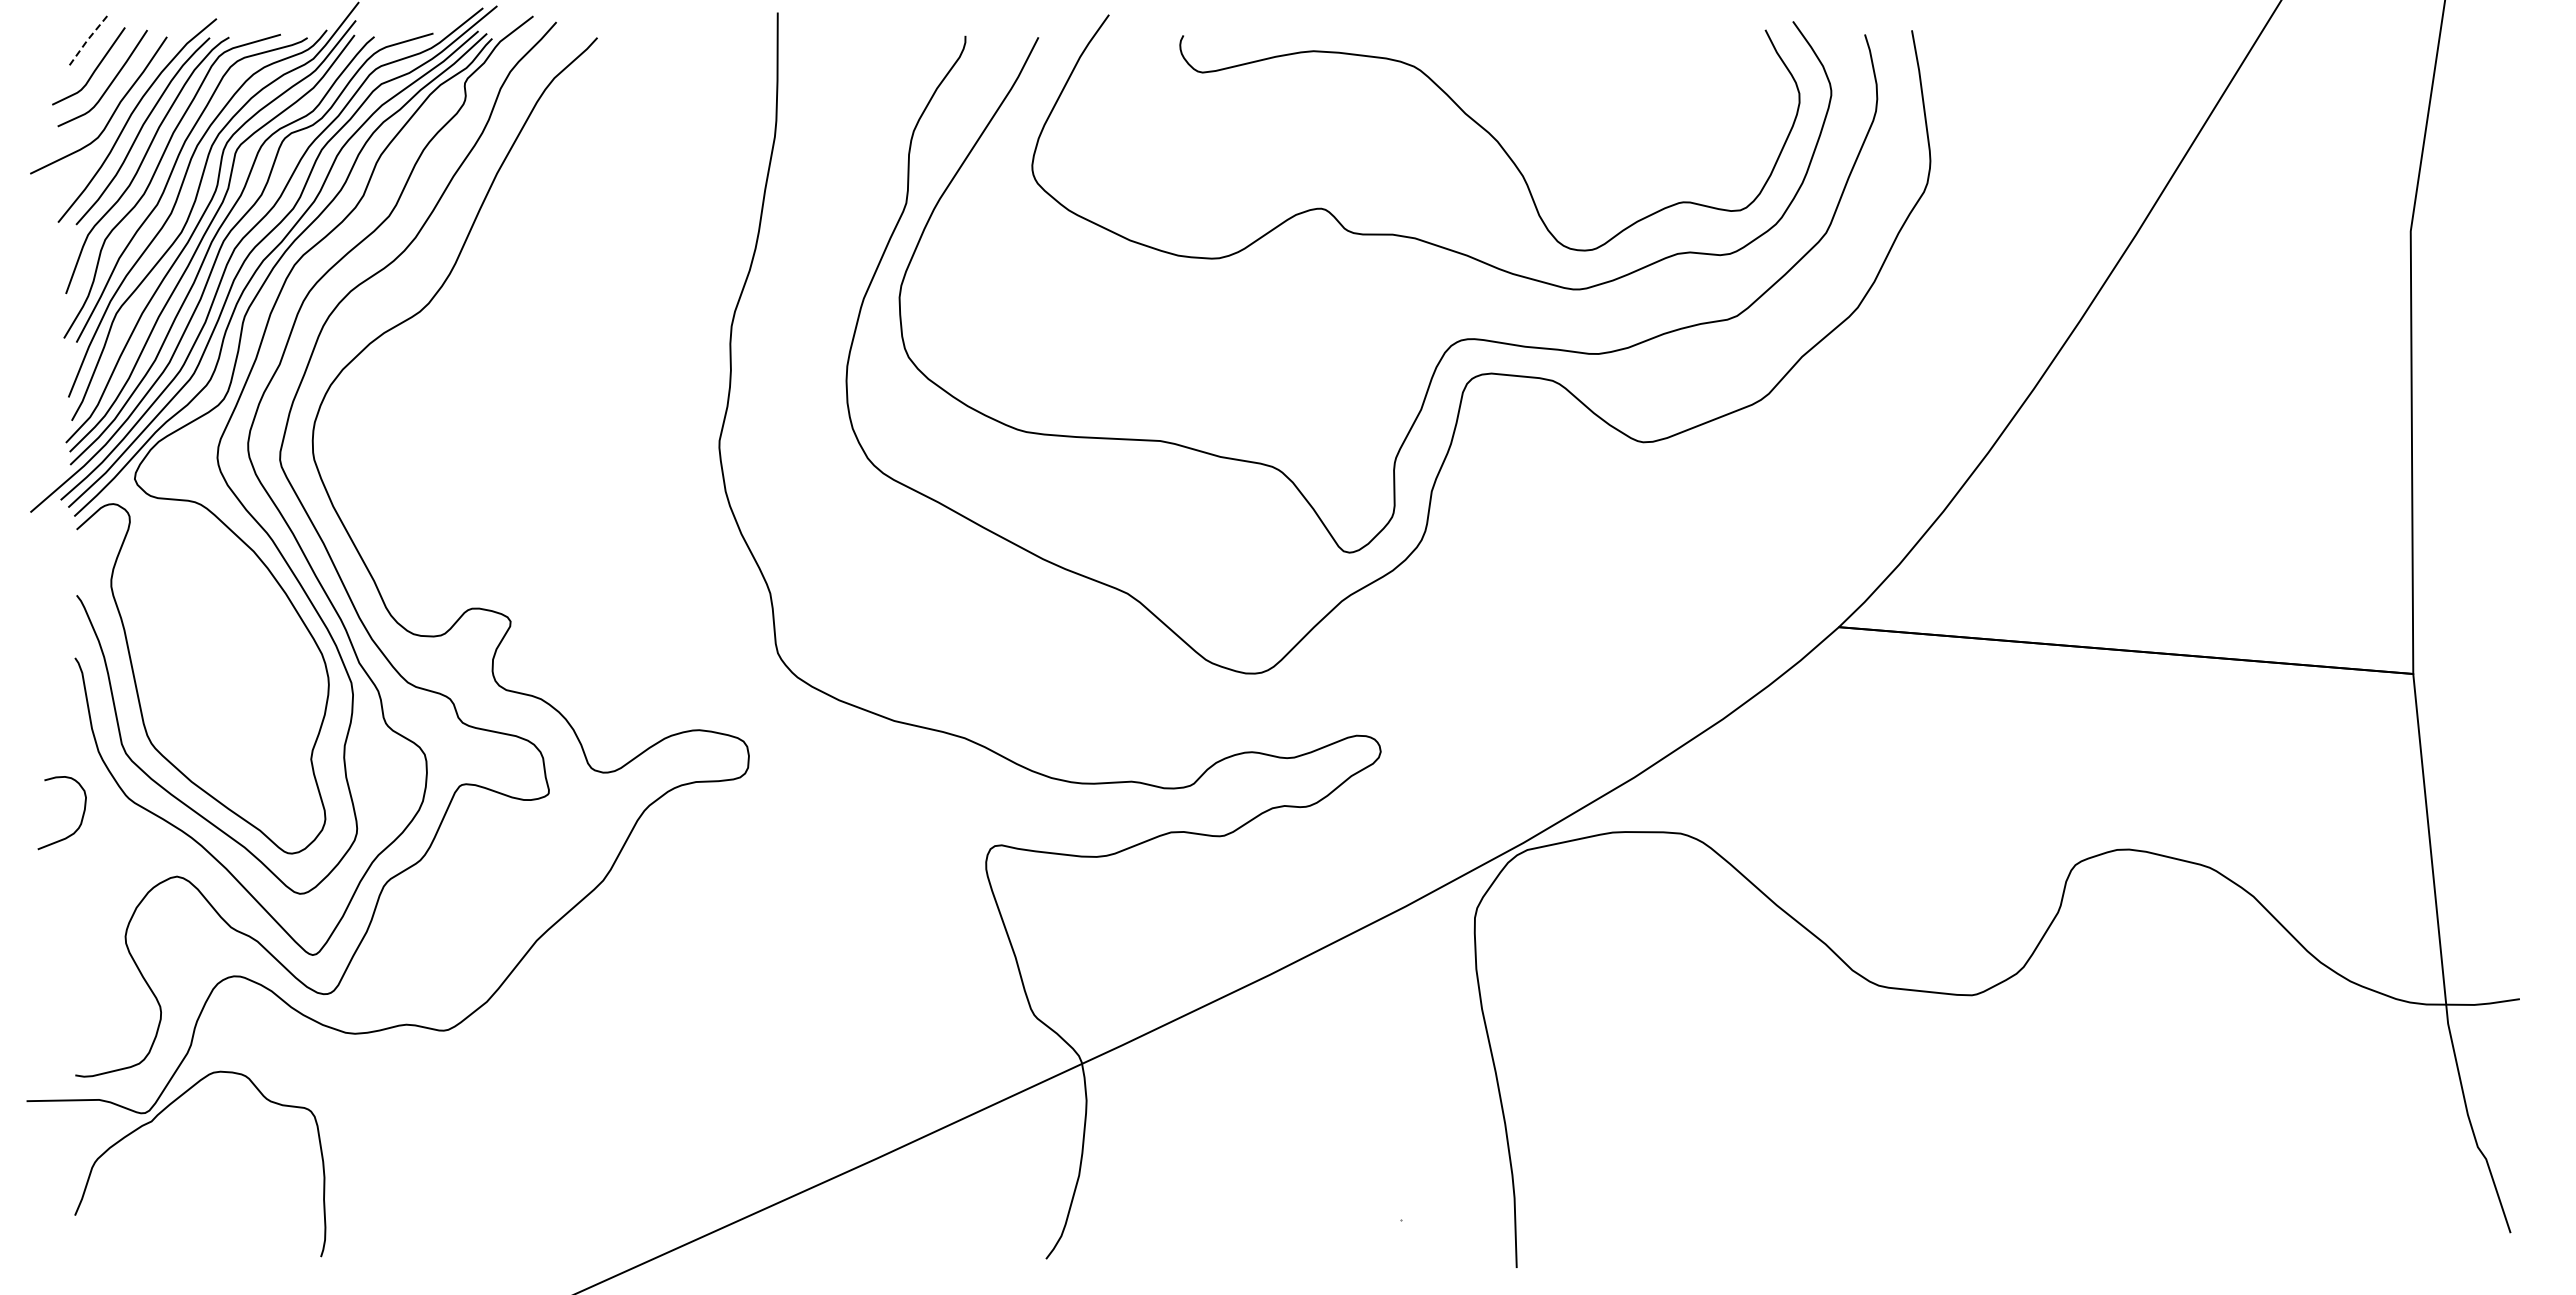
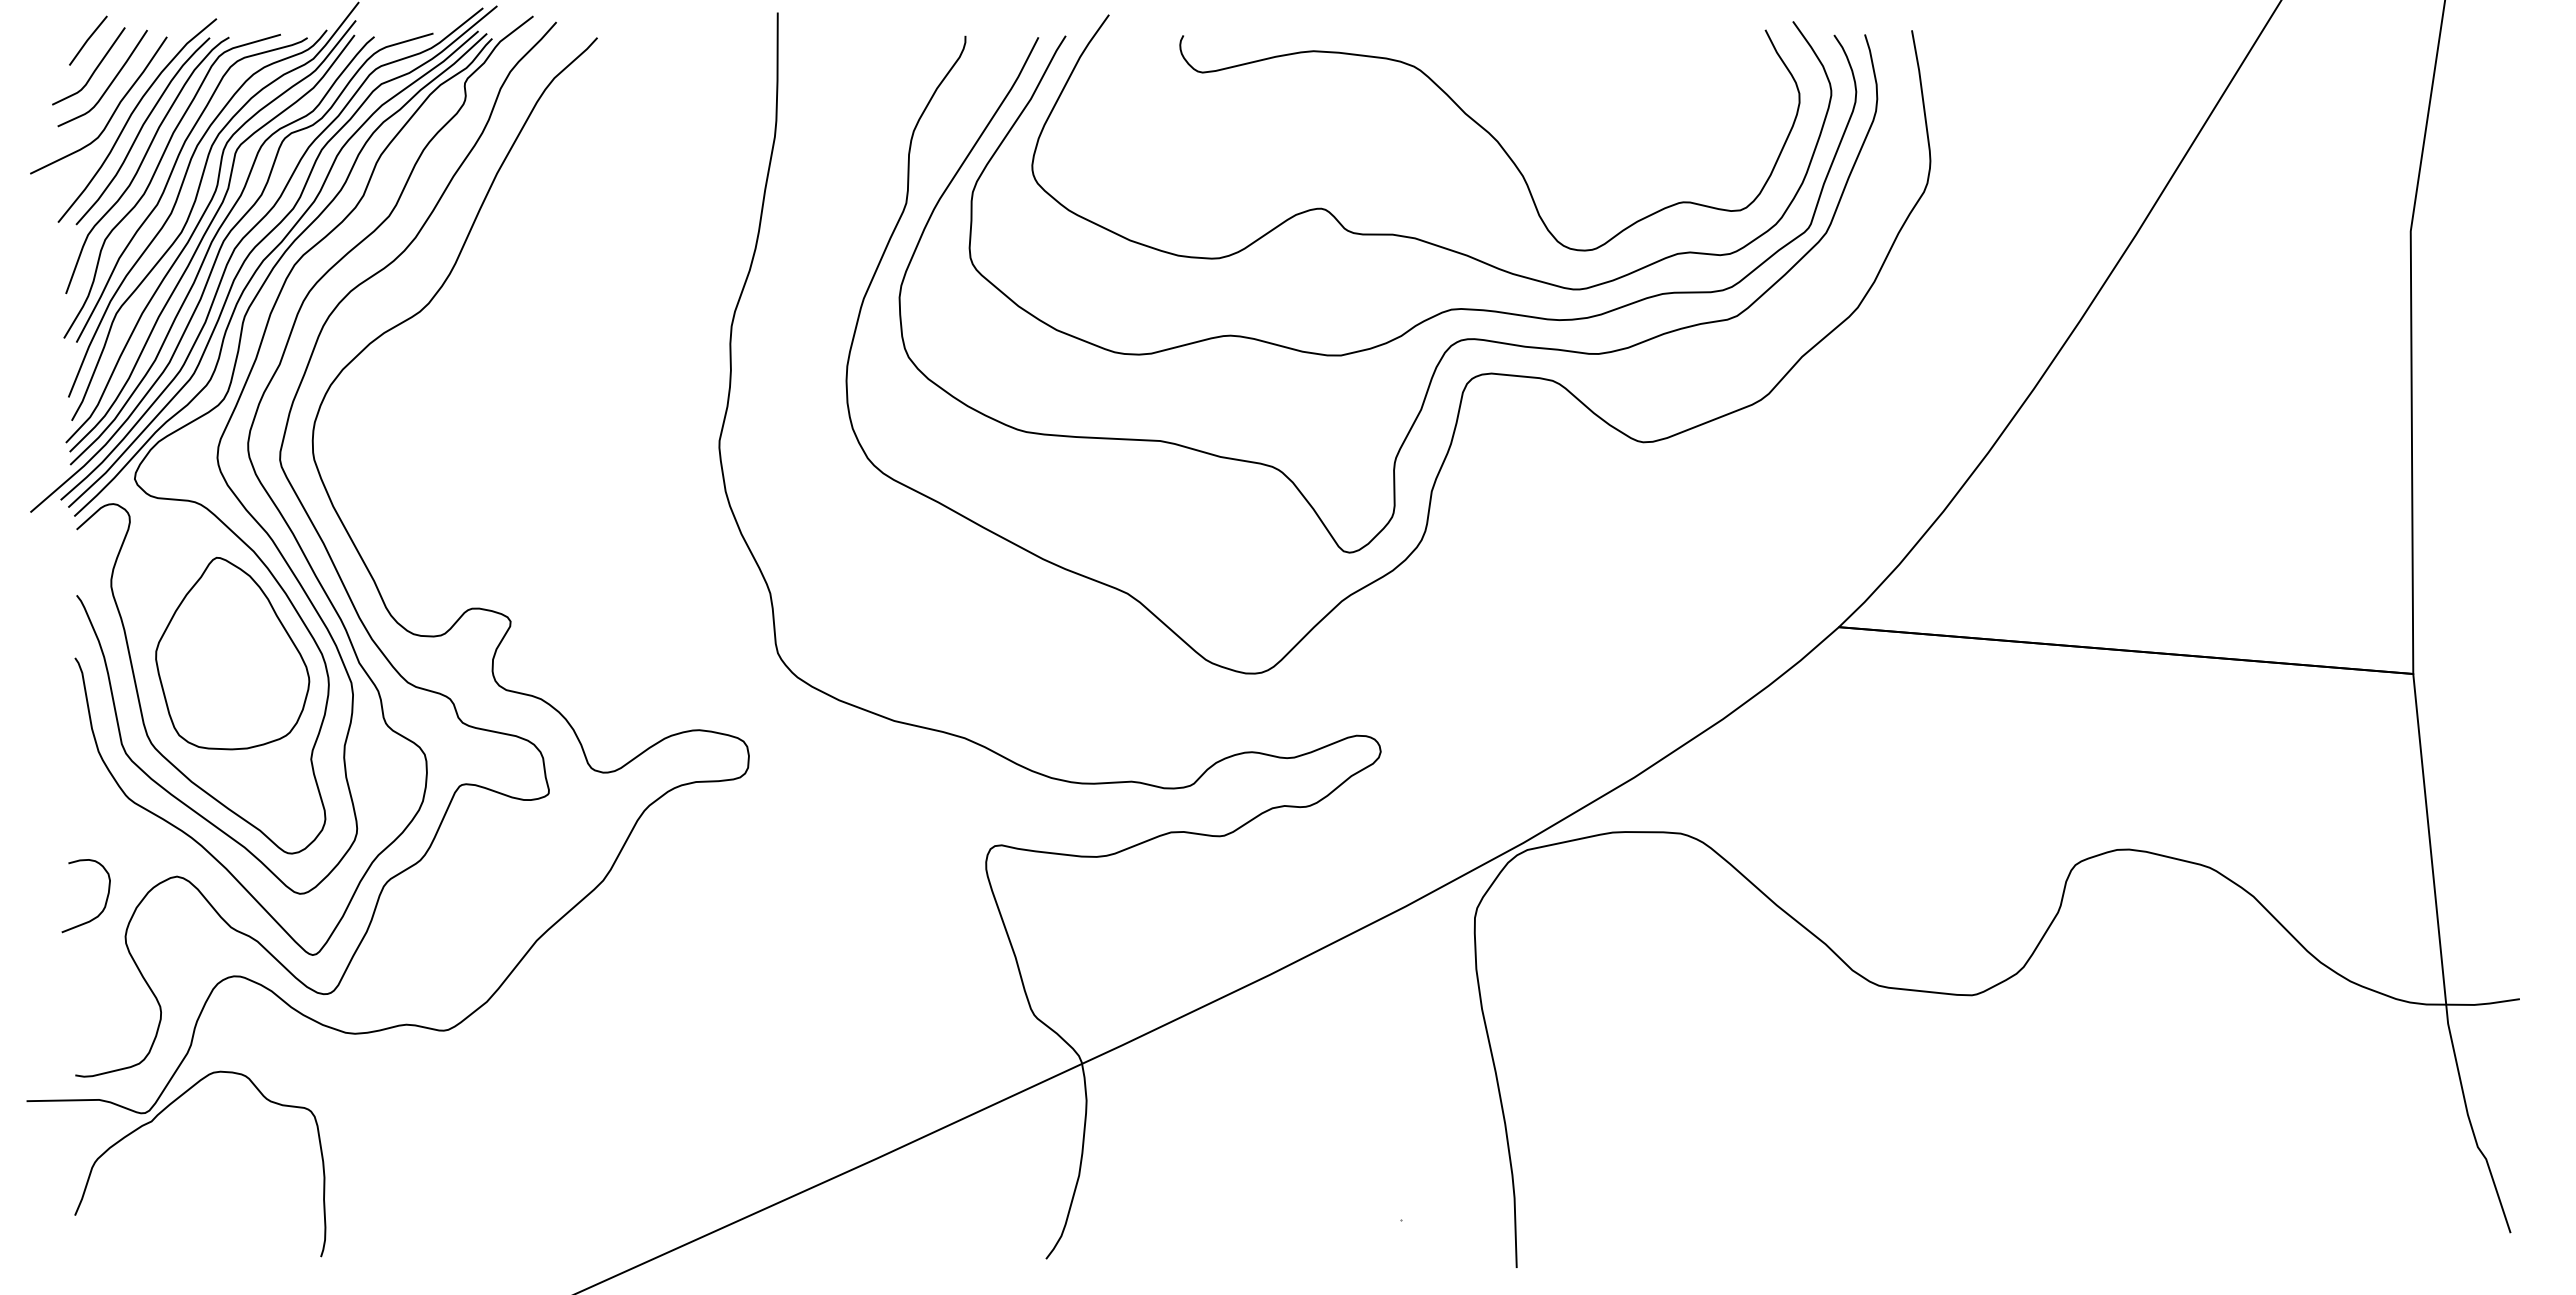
line at (87, 40): dashed -> solid
curve at (1444, 310): none -> present
part at (232, 653): none -> present
curve at (81, 817) position: (81, 817) -> (105, 900)
